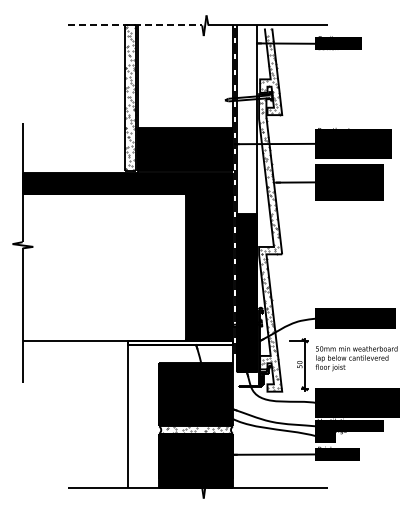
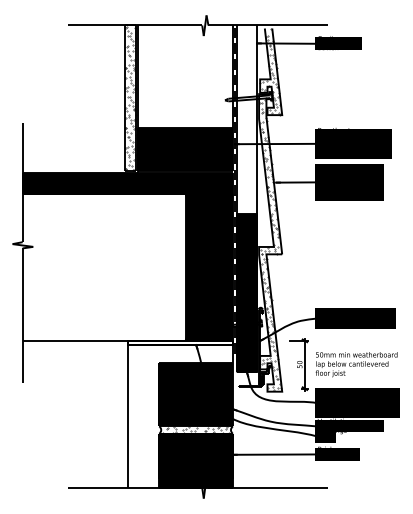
line at (135, 25): dashed -> solid
text at (356, 358) position: (356, 358) -> (356, 364)
